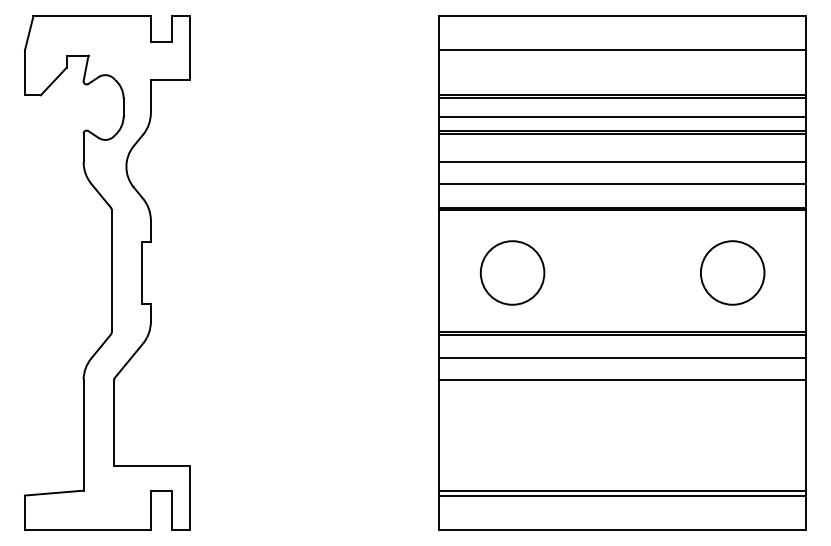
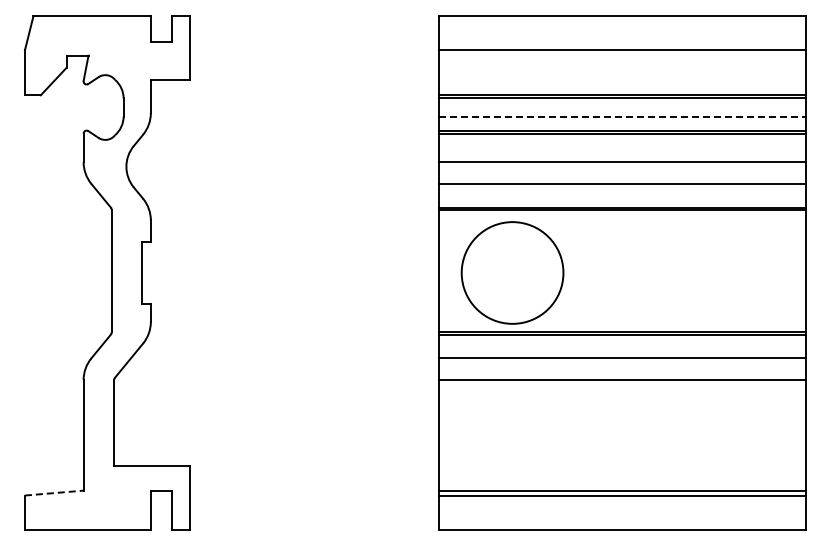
line at (623, 116): solid -> dashed
circle at (512, 272) diameter: 64 px -> 102 px
circle at (732, 272): present -> none
line at (54, 493): solid -> dashed
